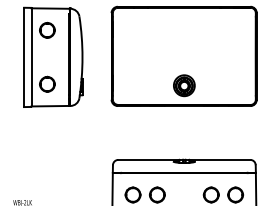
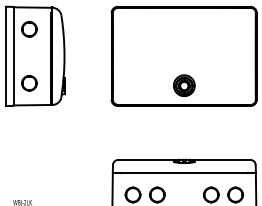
part at (53, 56) position: (53, 56) -> (35, 55)
